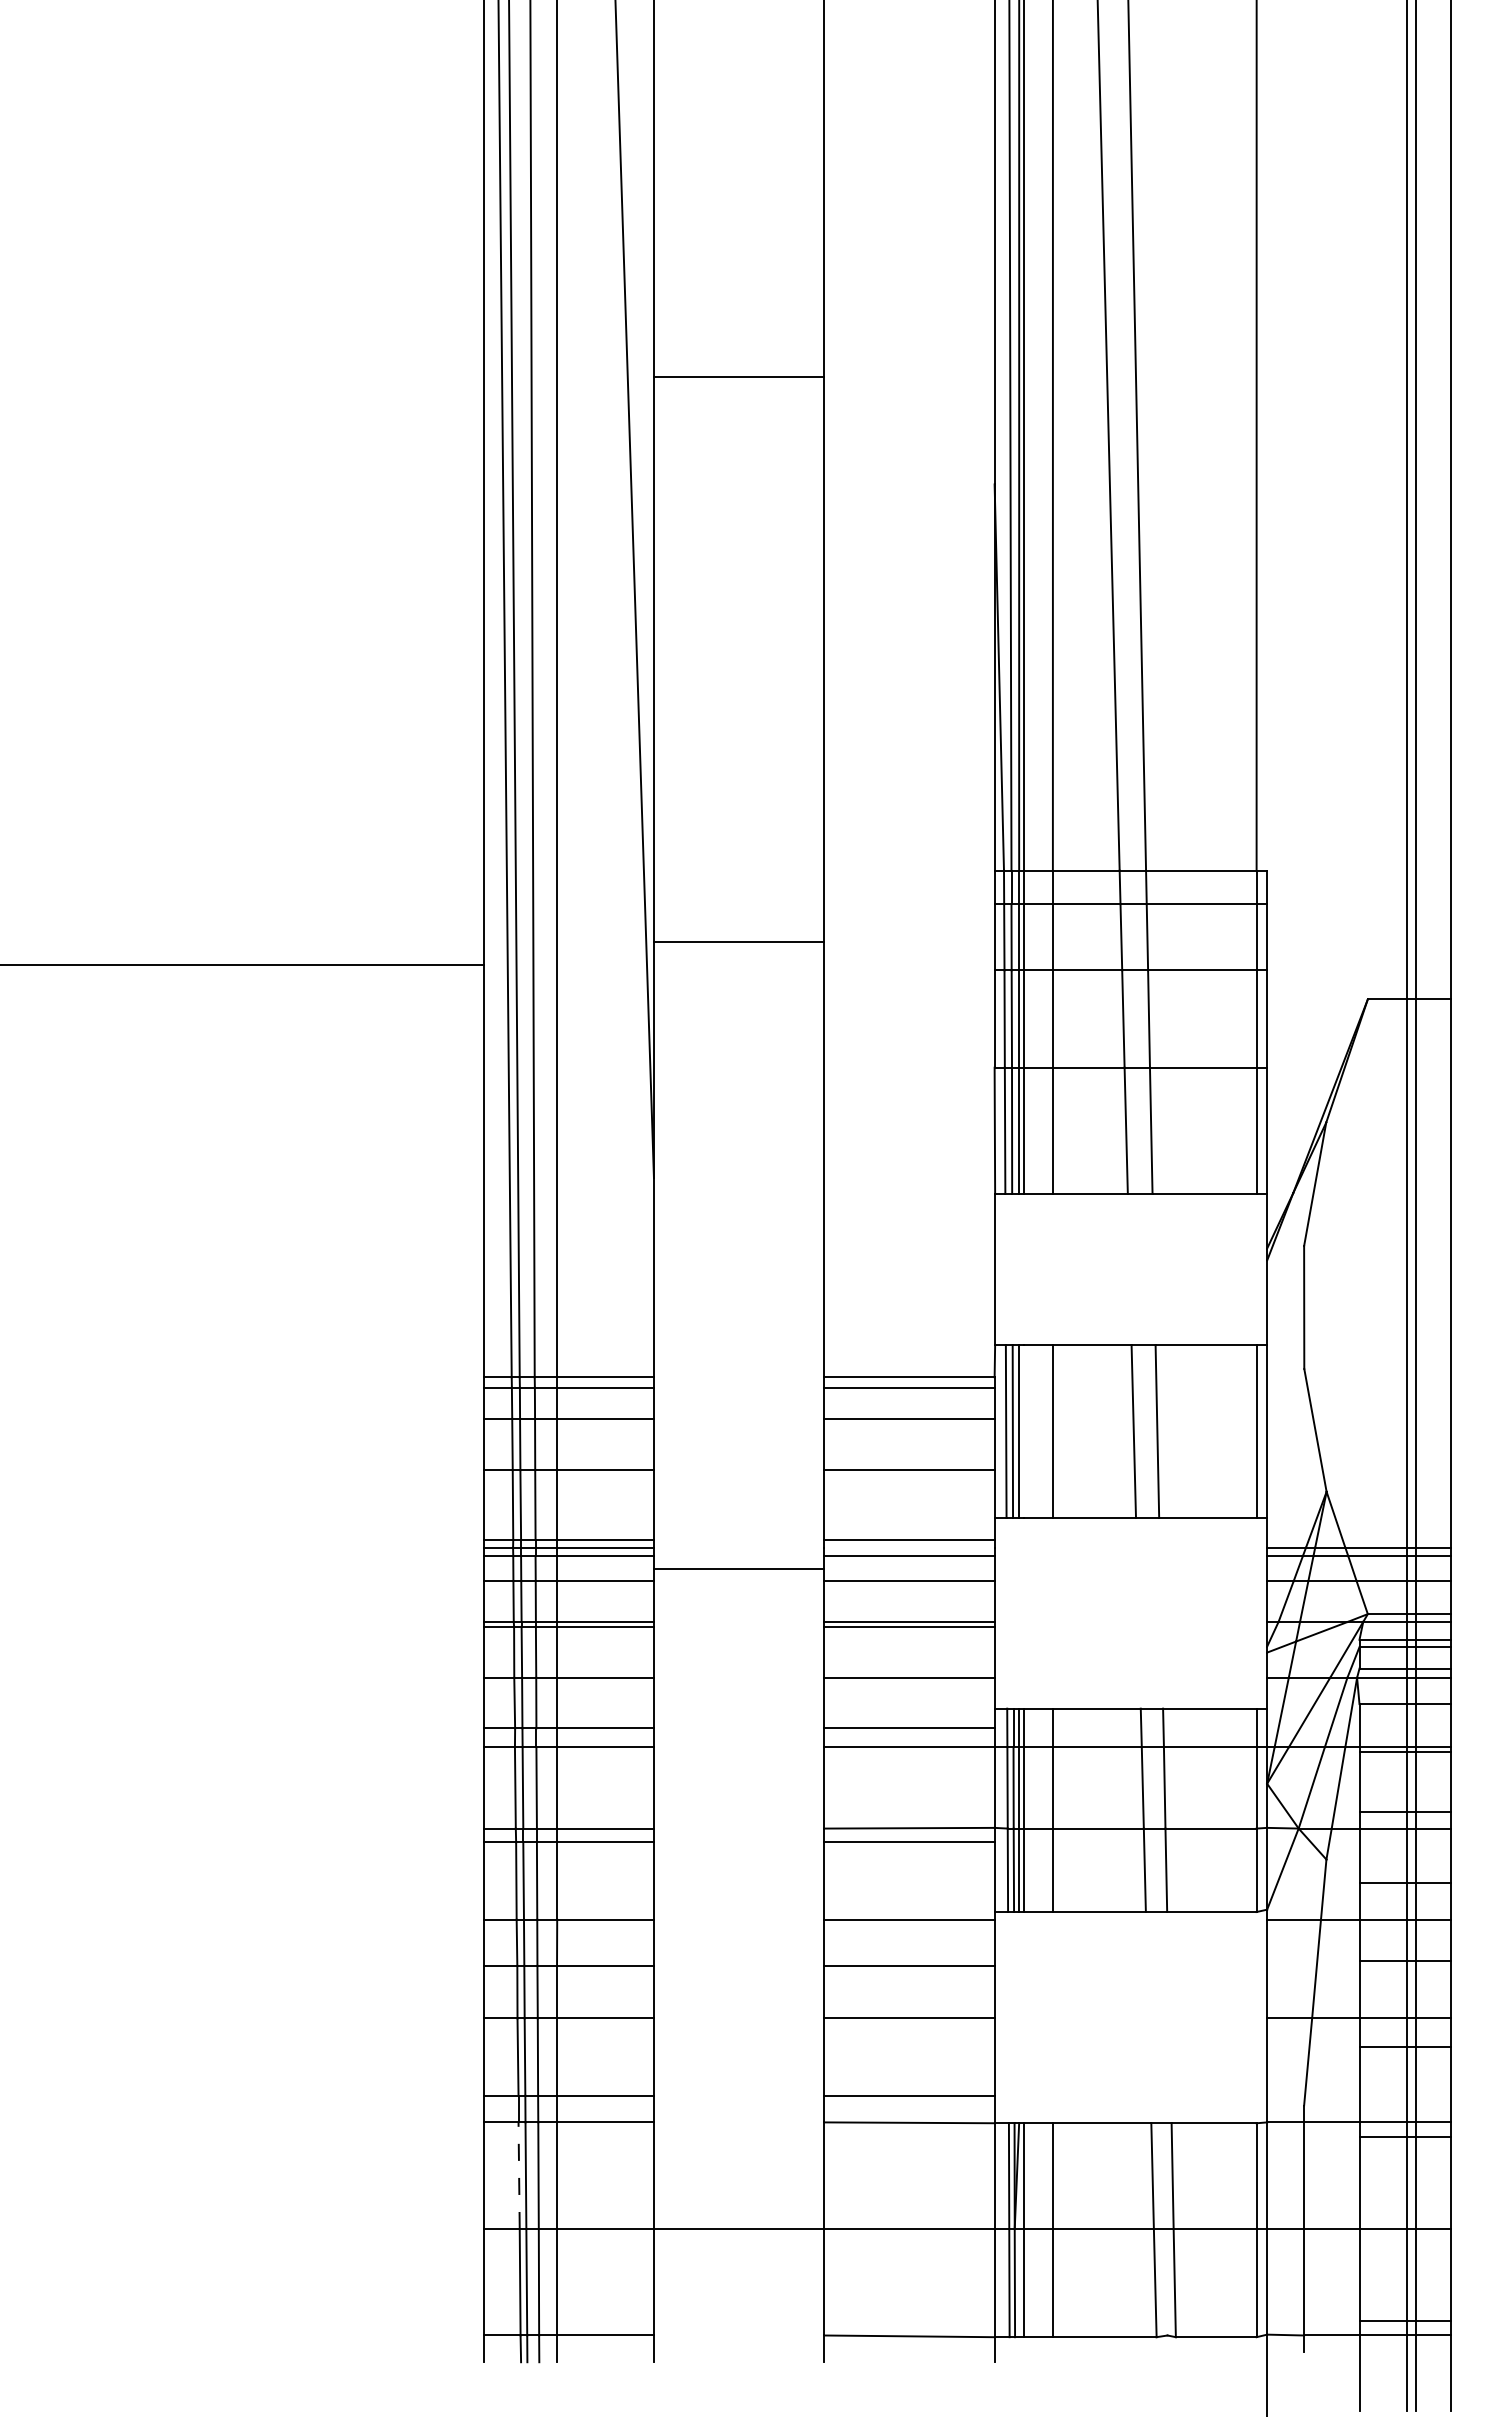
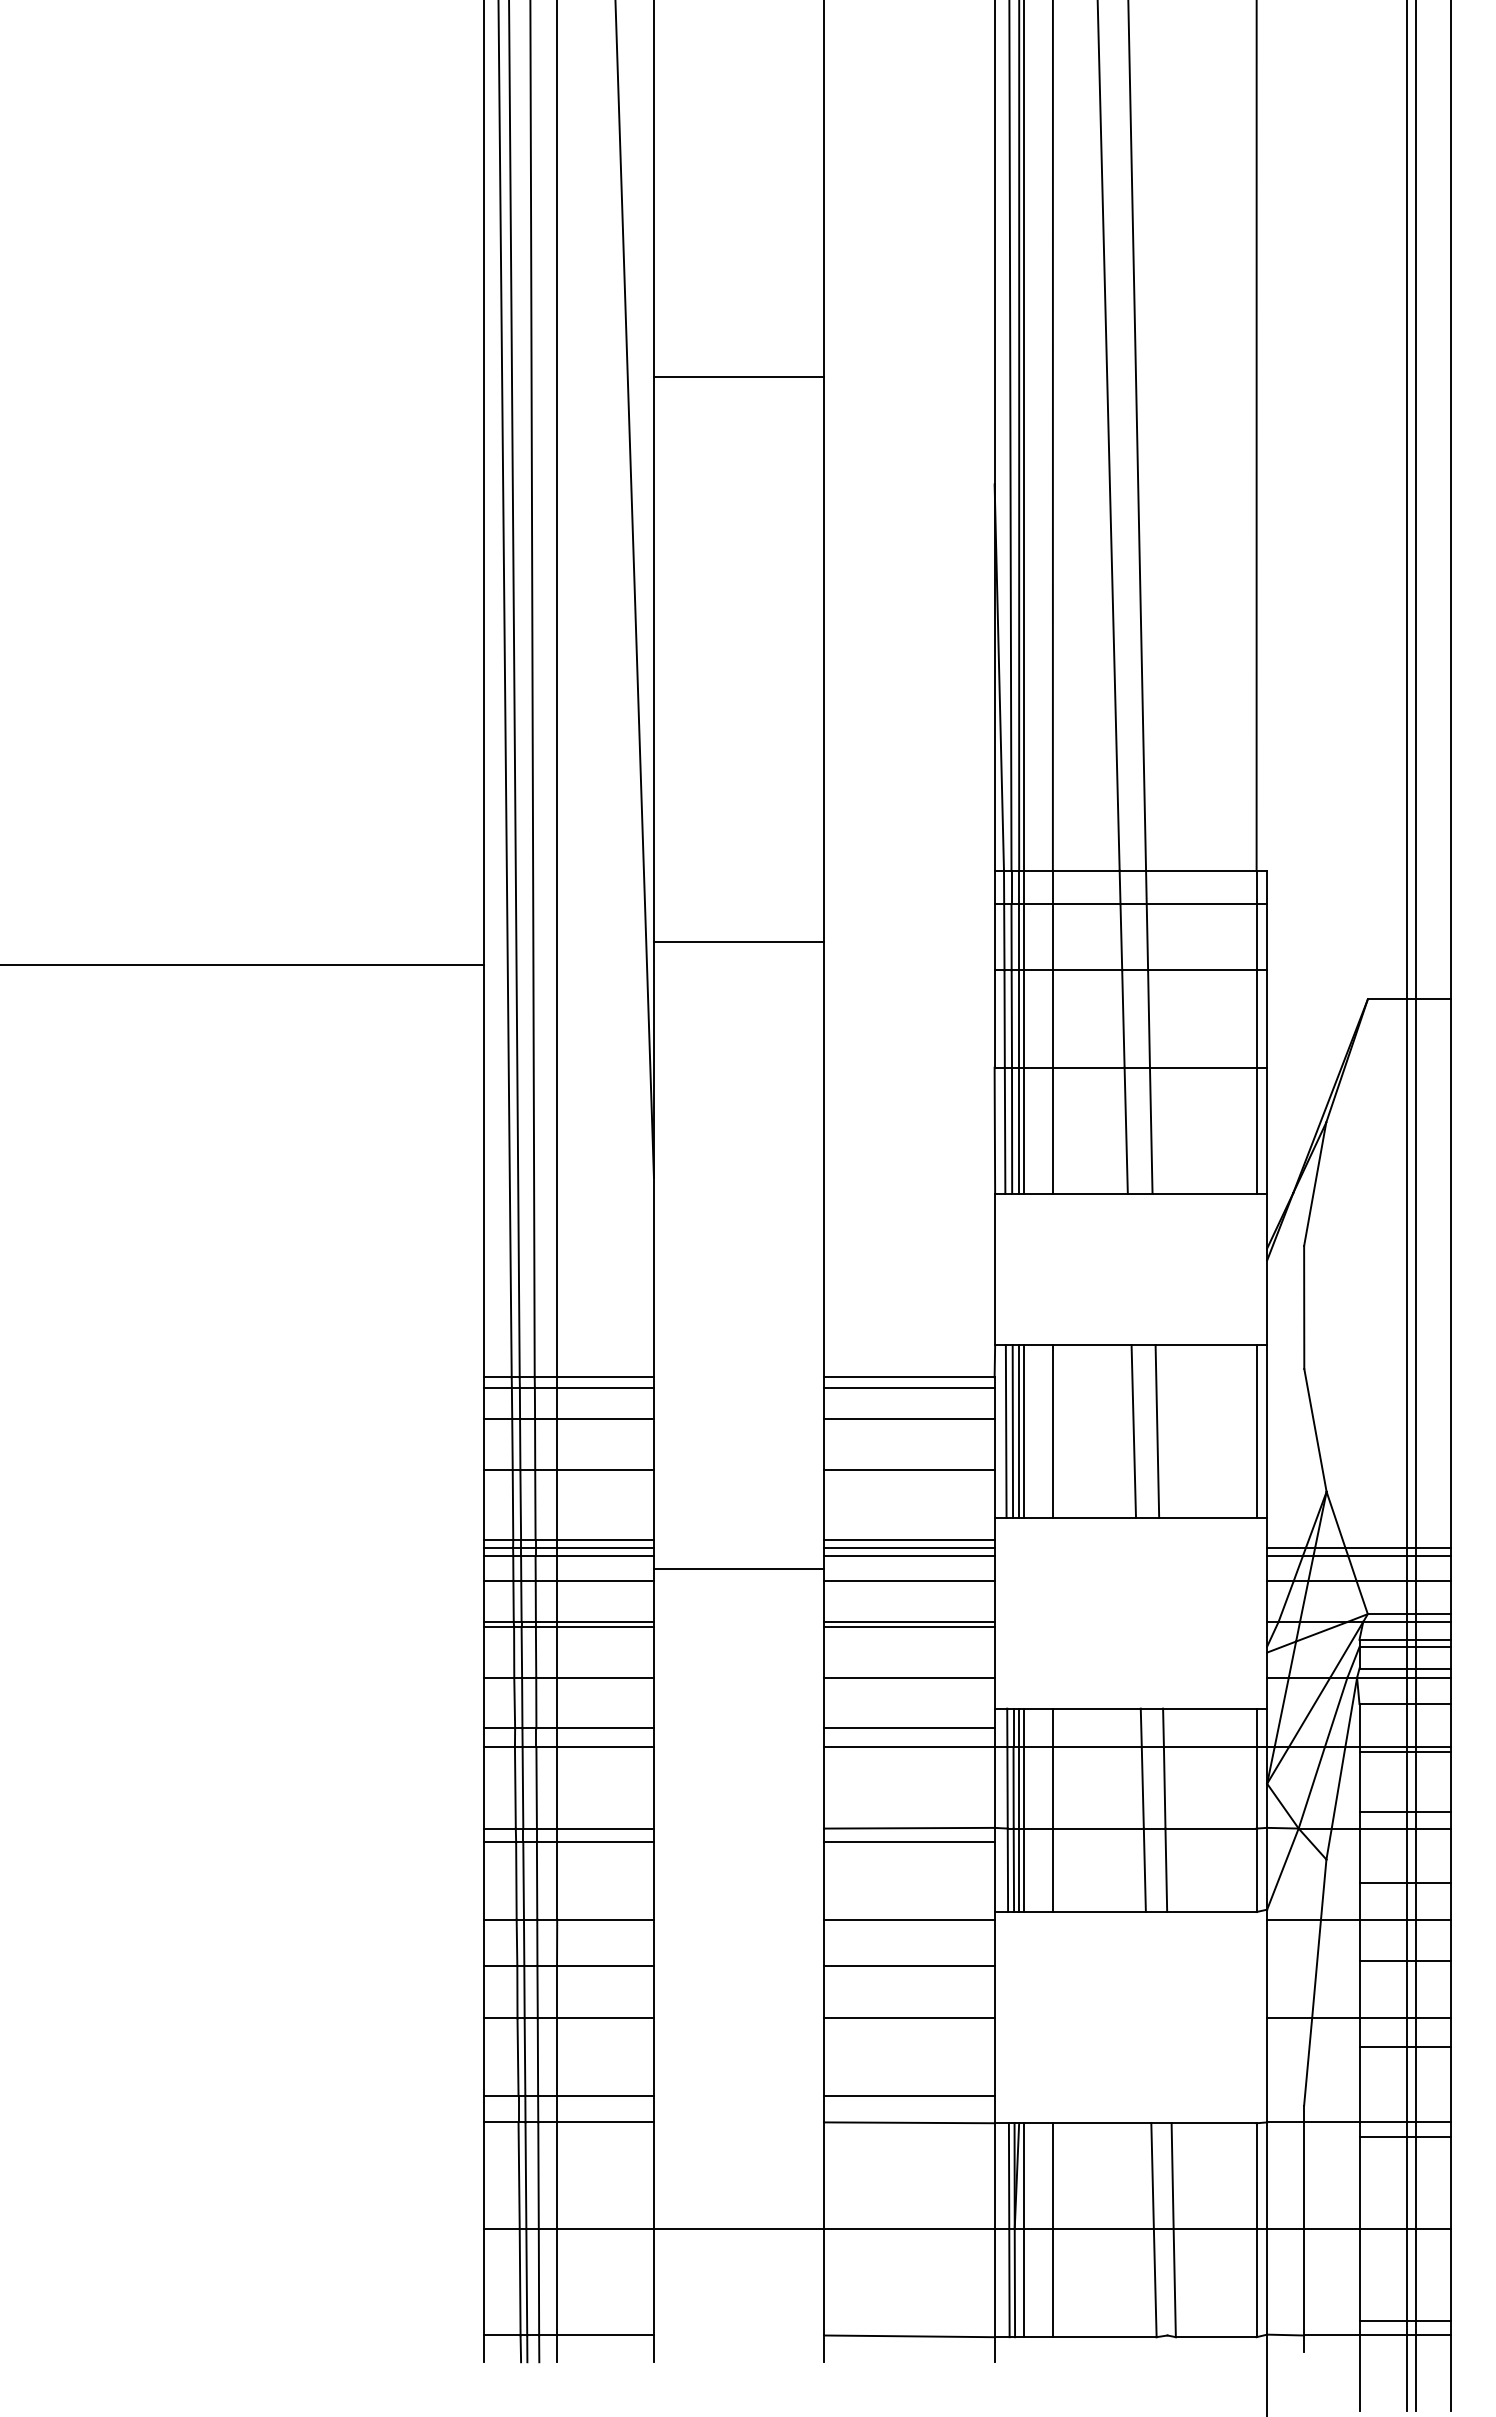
line at (1024, 1431): none -> present
line at (909, 1547): none -> present
line at (519, 2175): dashed -> solid
